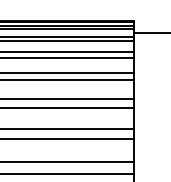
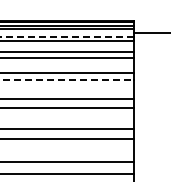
line at (66, 36): solid -> dashed
line at (67, 80): solid -> dashed
